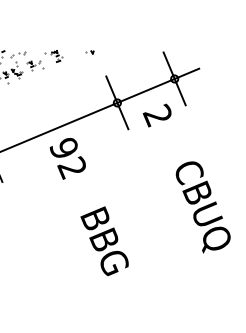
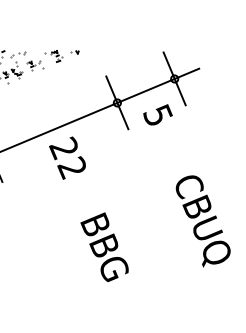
part at (89, 52) position: (89, 52) -> (74, 52)
text at (157, 115): 2 -> 5
text at (63, 148): 92 -> 22
text at (202, 207) position: (202, 207) -> (202, 221)
text at (104, 241) position: (104, 241) -> (104, 247)
